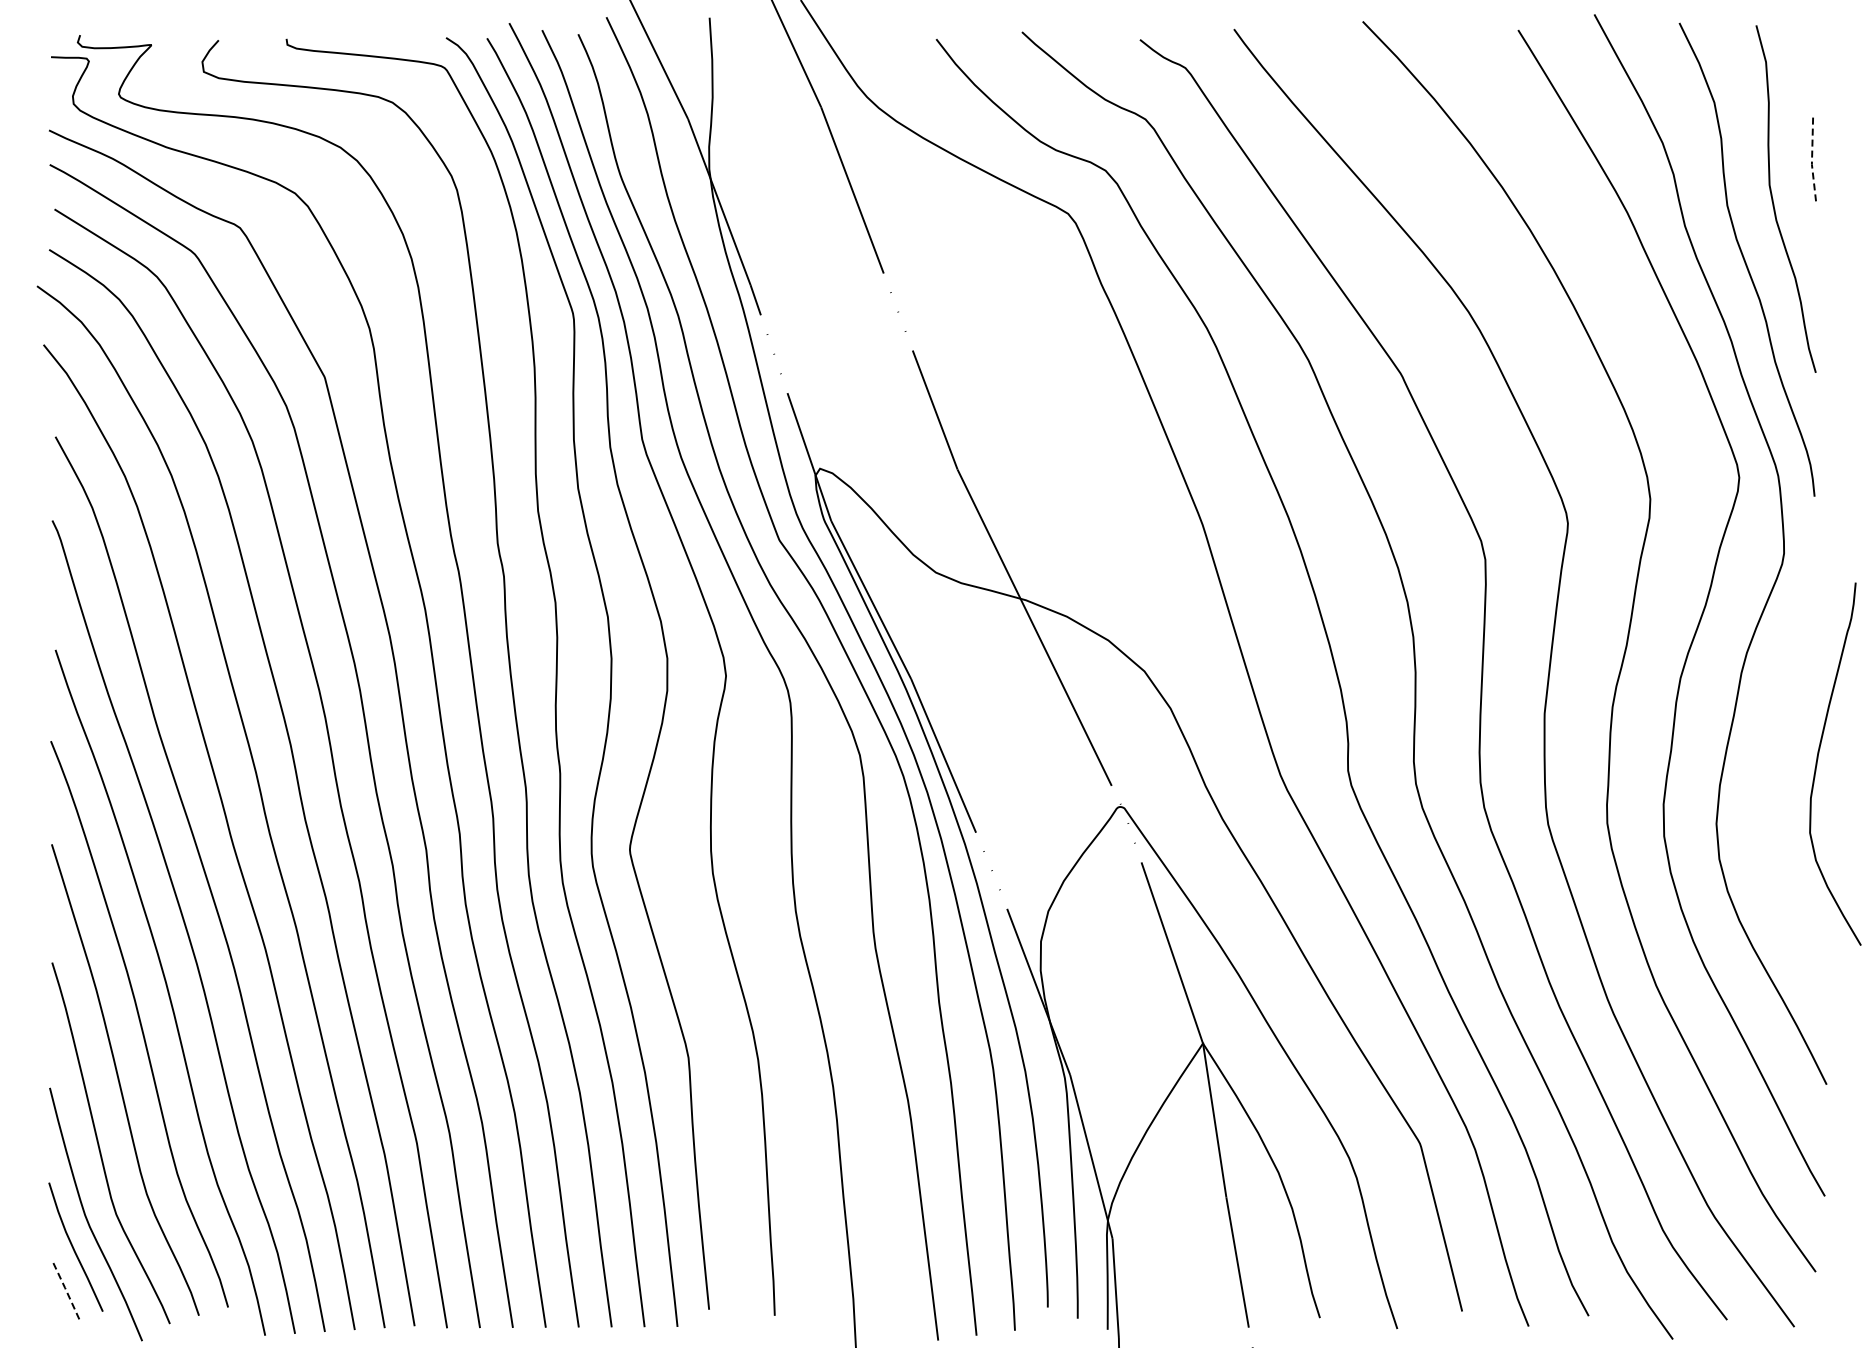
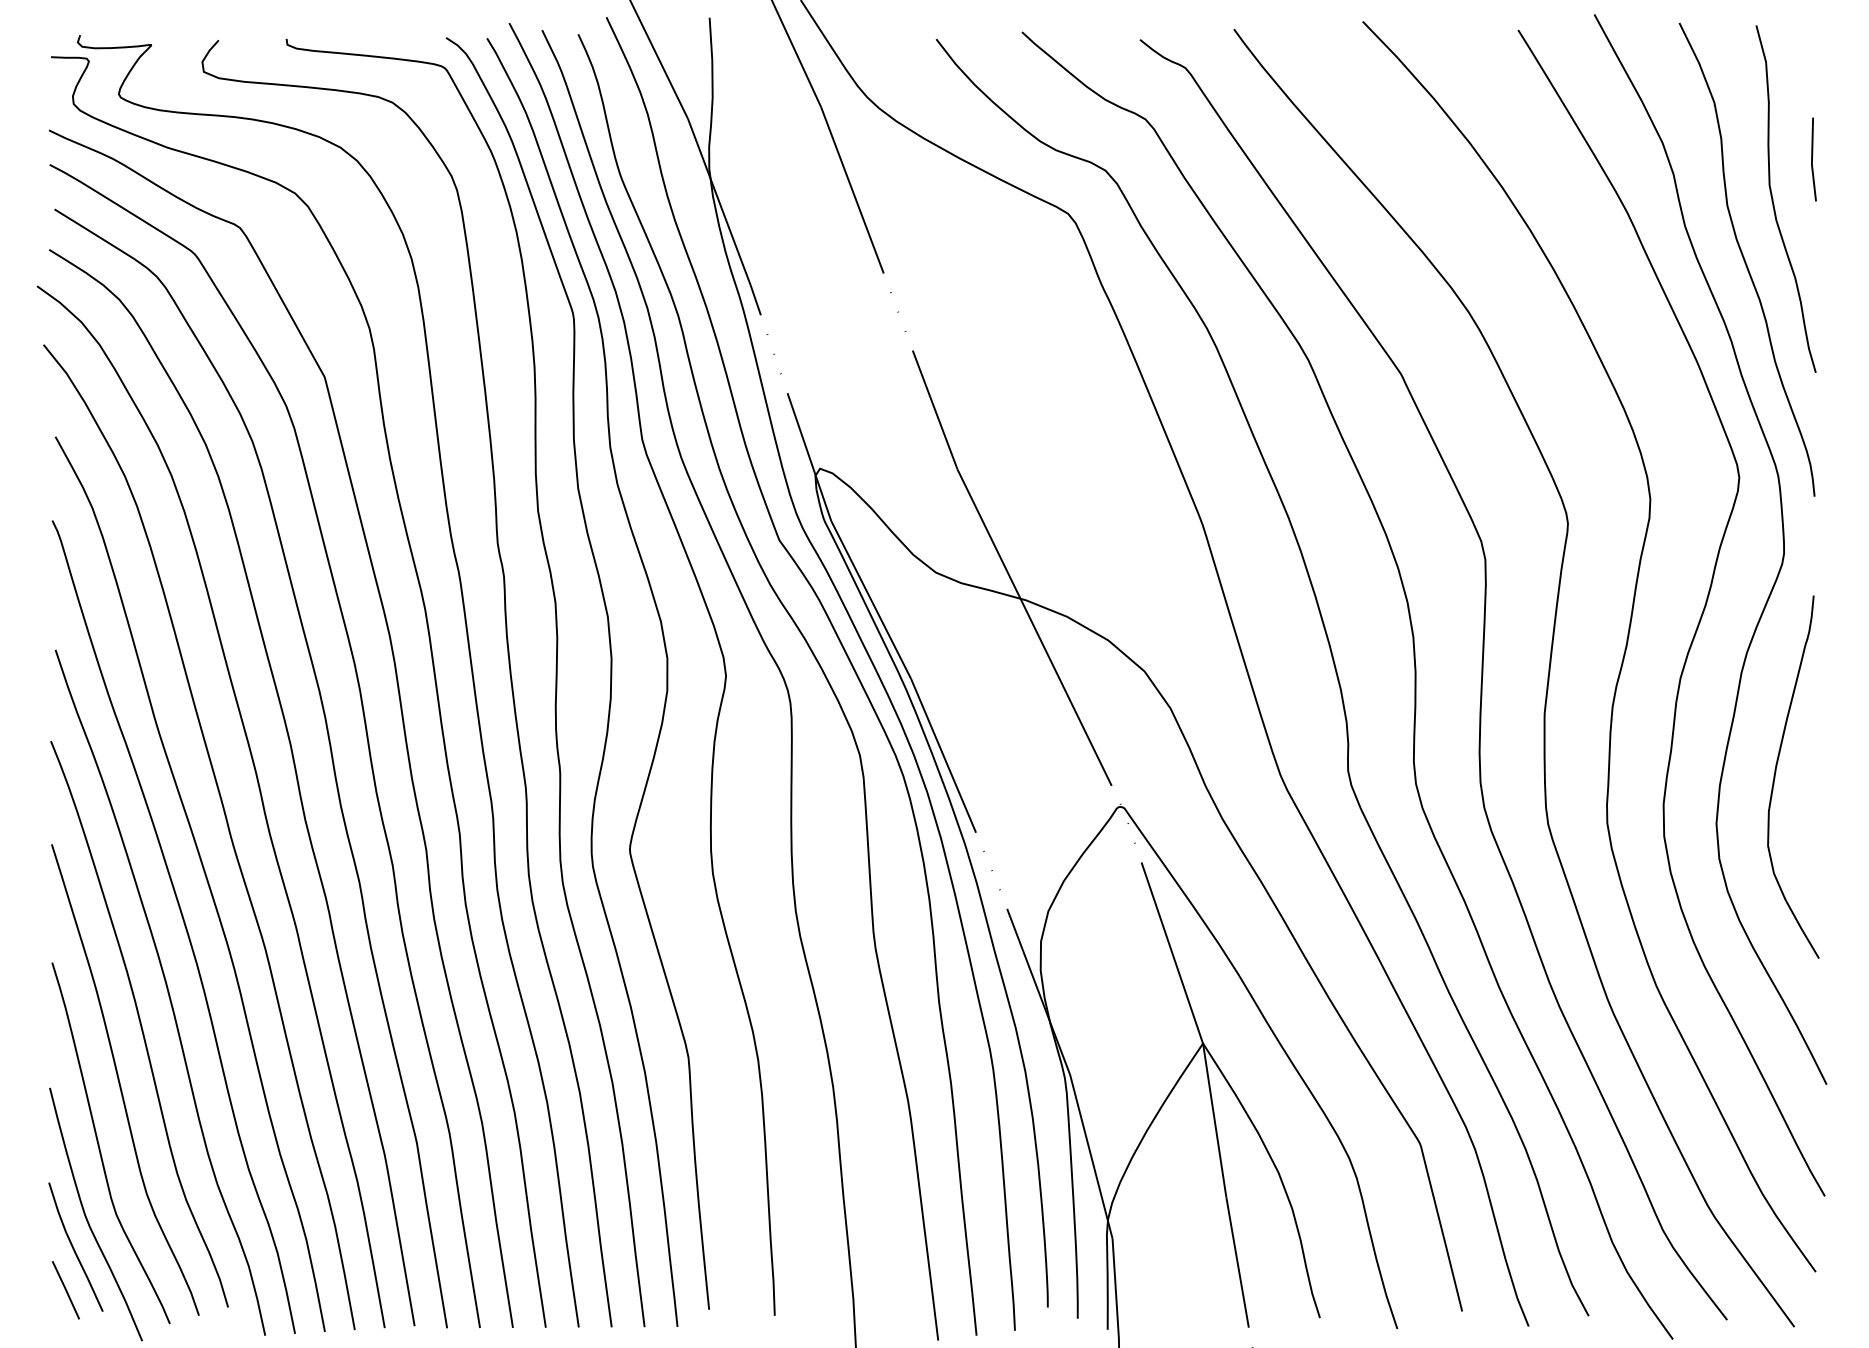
line at (1812, 160): dashed -> solid
curve at (1818, 759) position: (1818, 759) -> (1776, 772)
line at (65, 1289): dashed -> solid
